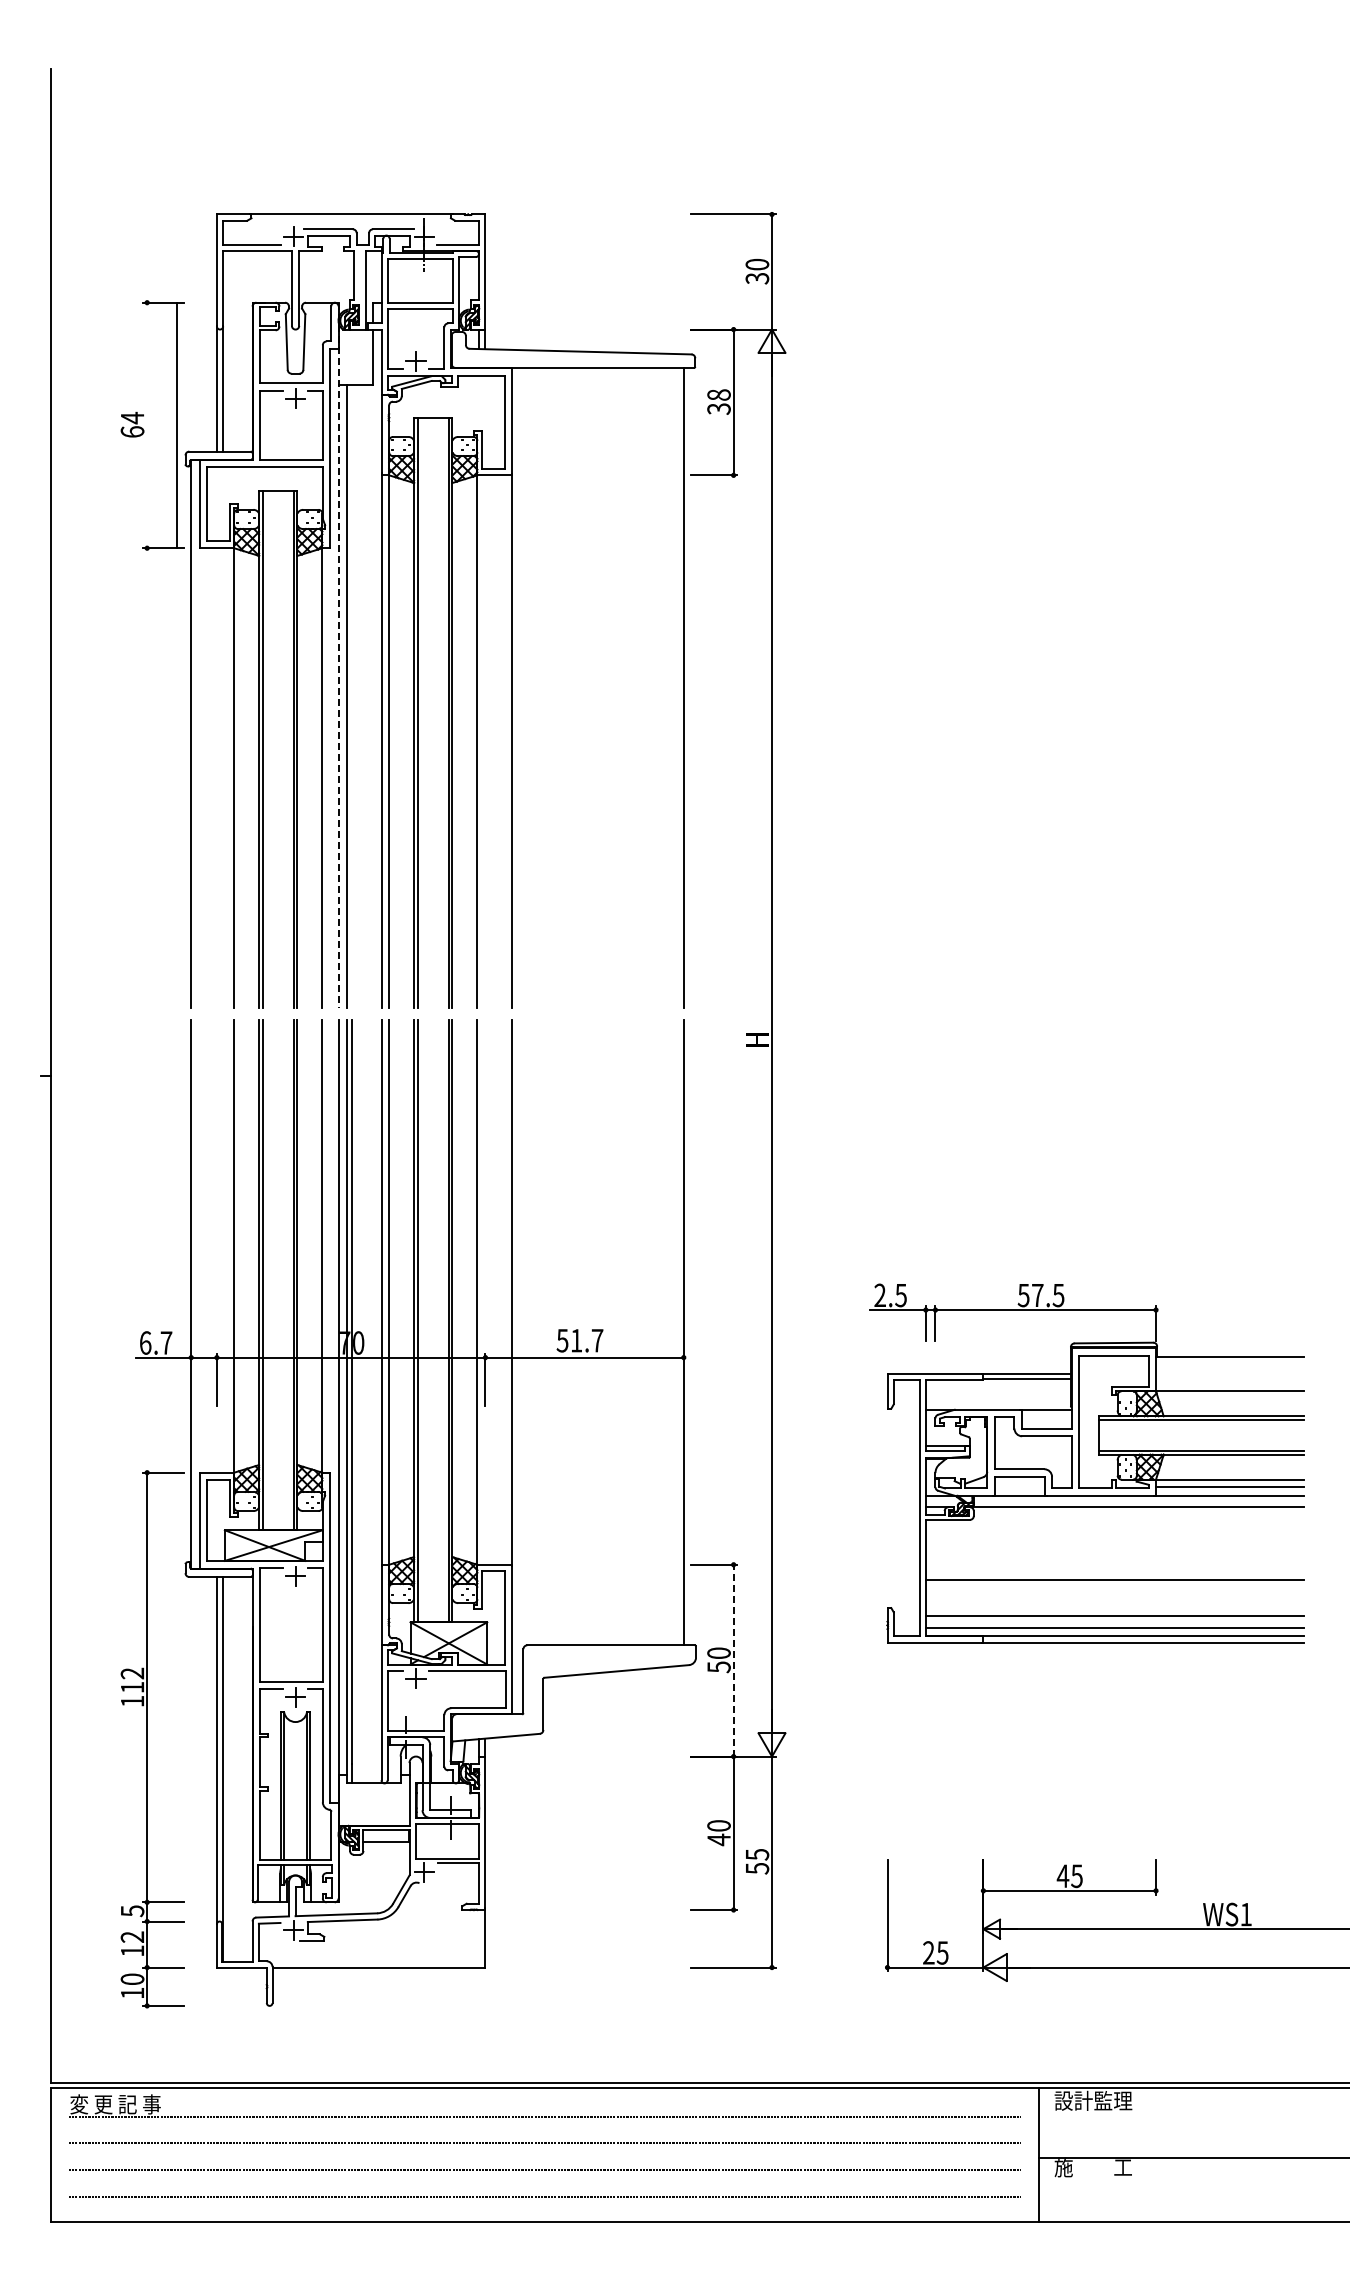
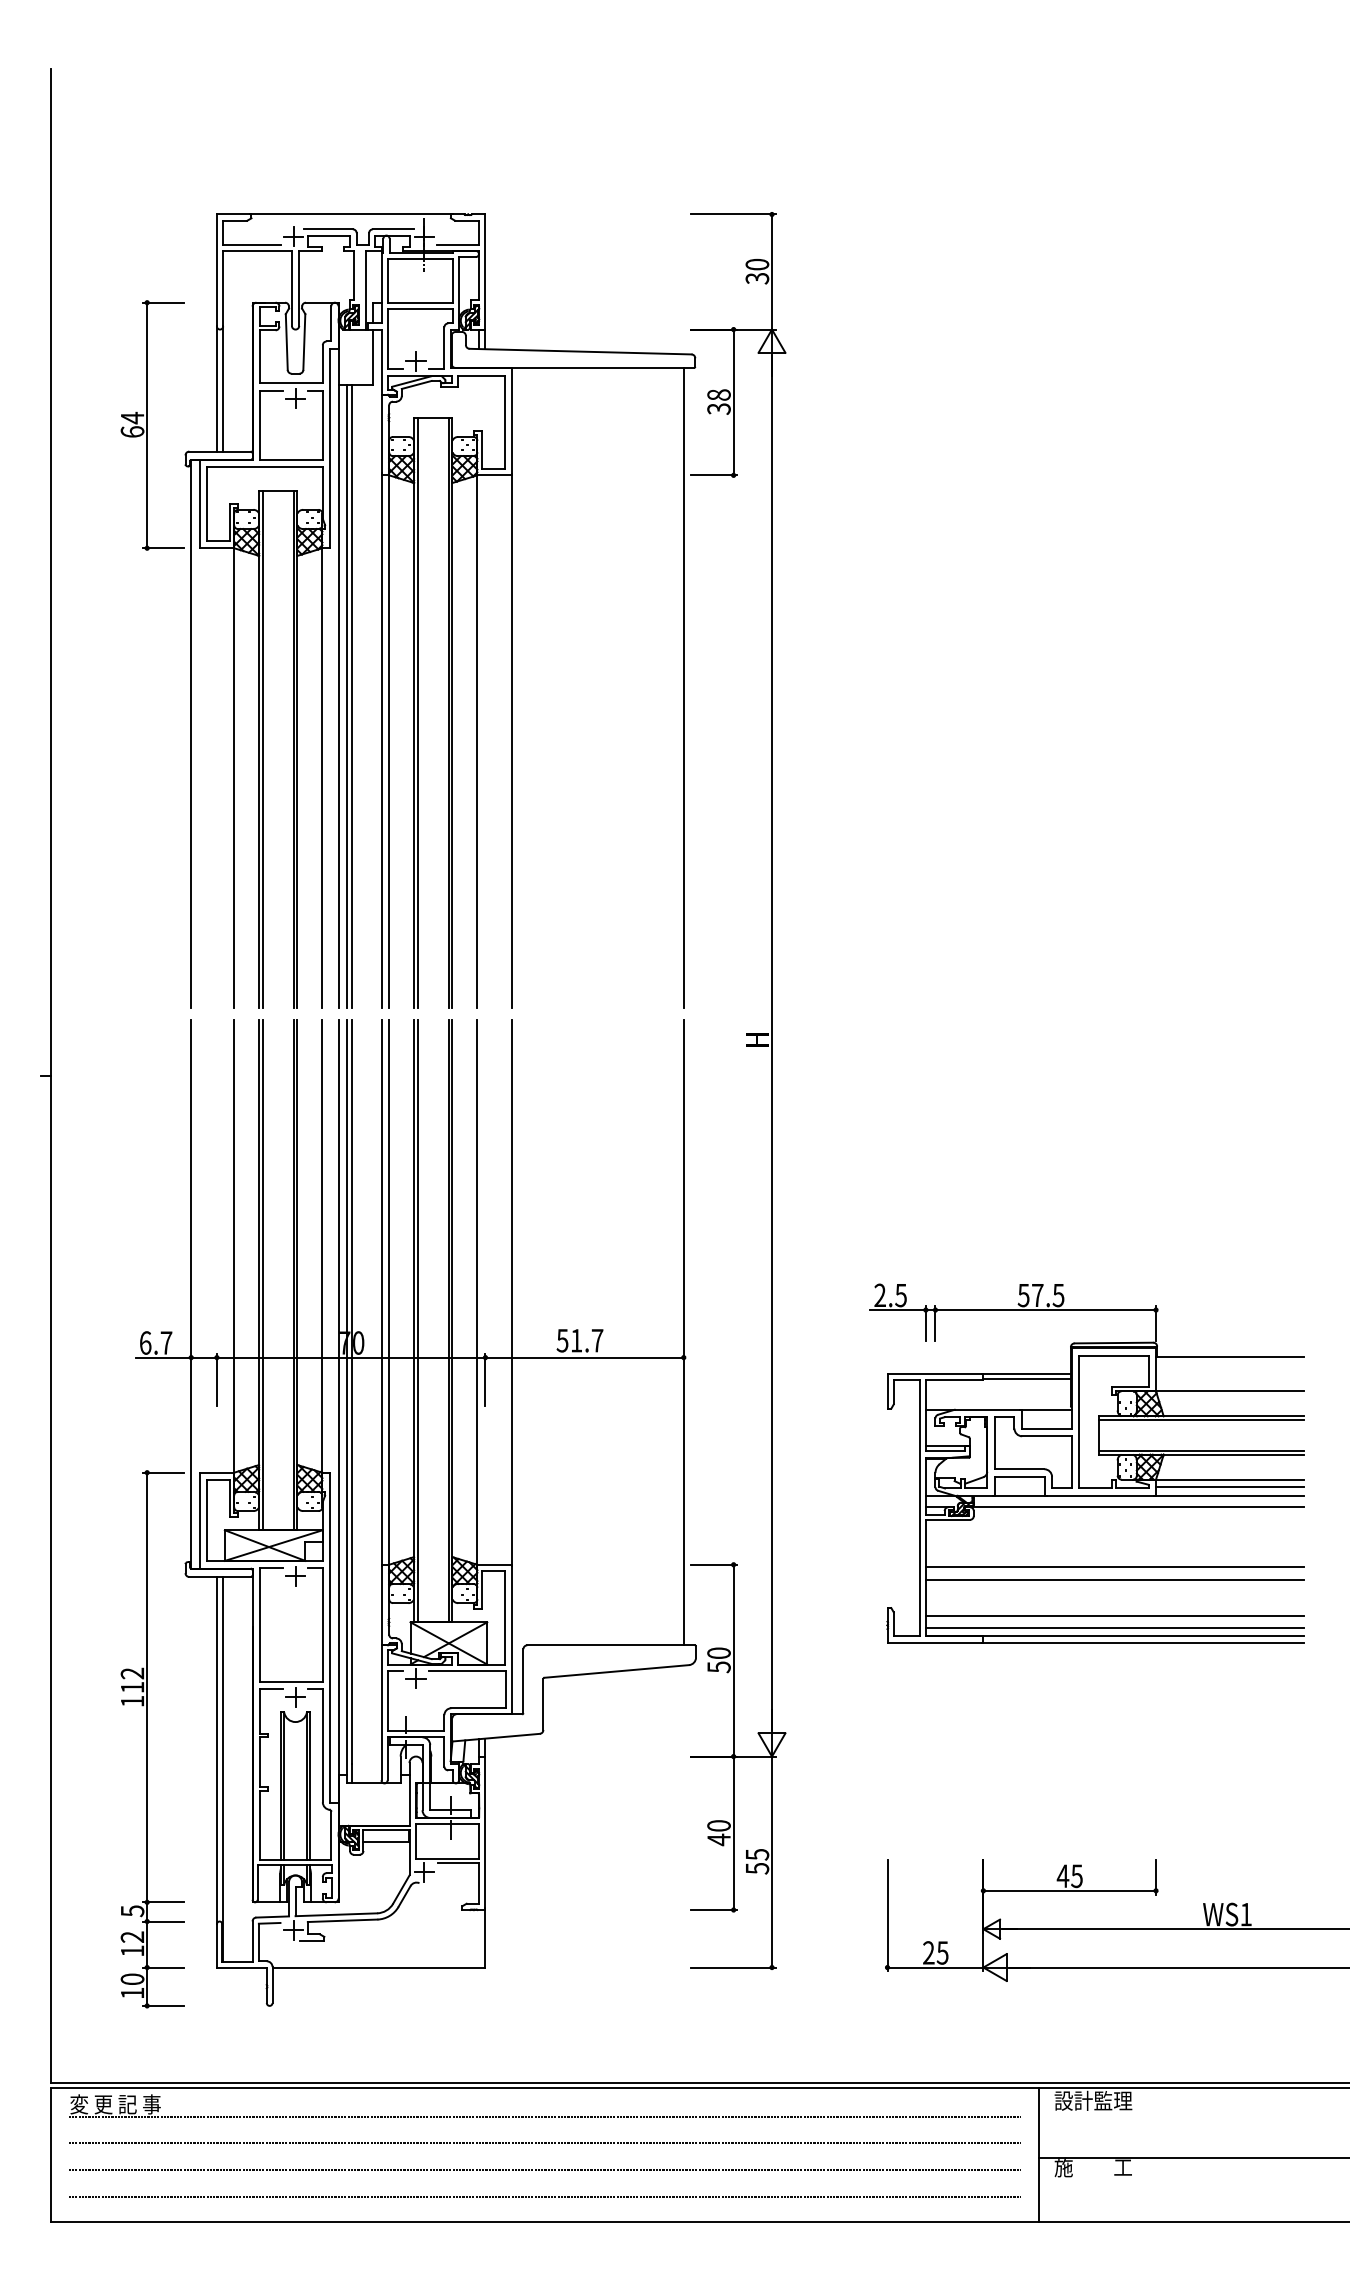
line at (177, 425) position: (177, 425) -> (147, 425)
line at (338, 655): dashed -> solid
line at (351, 696): none -> present
line at (1114, 1566): none -> present
line at (733, 1660): dashed -> solid
